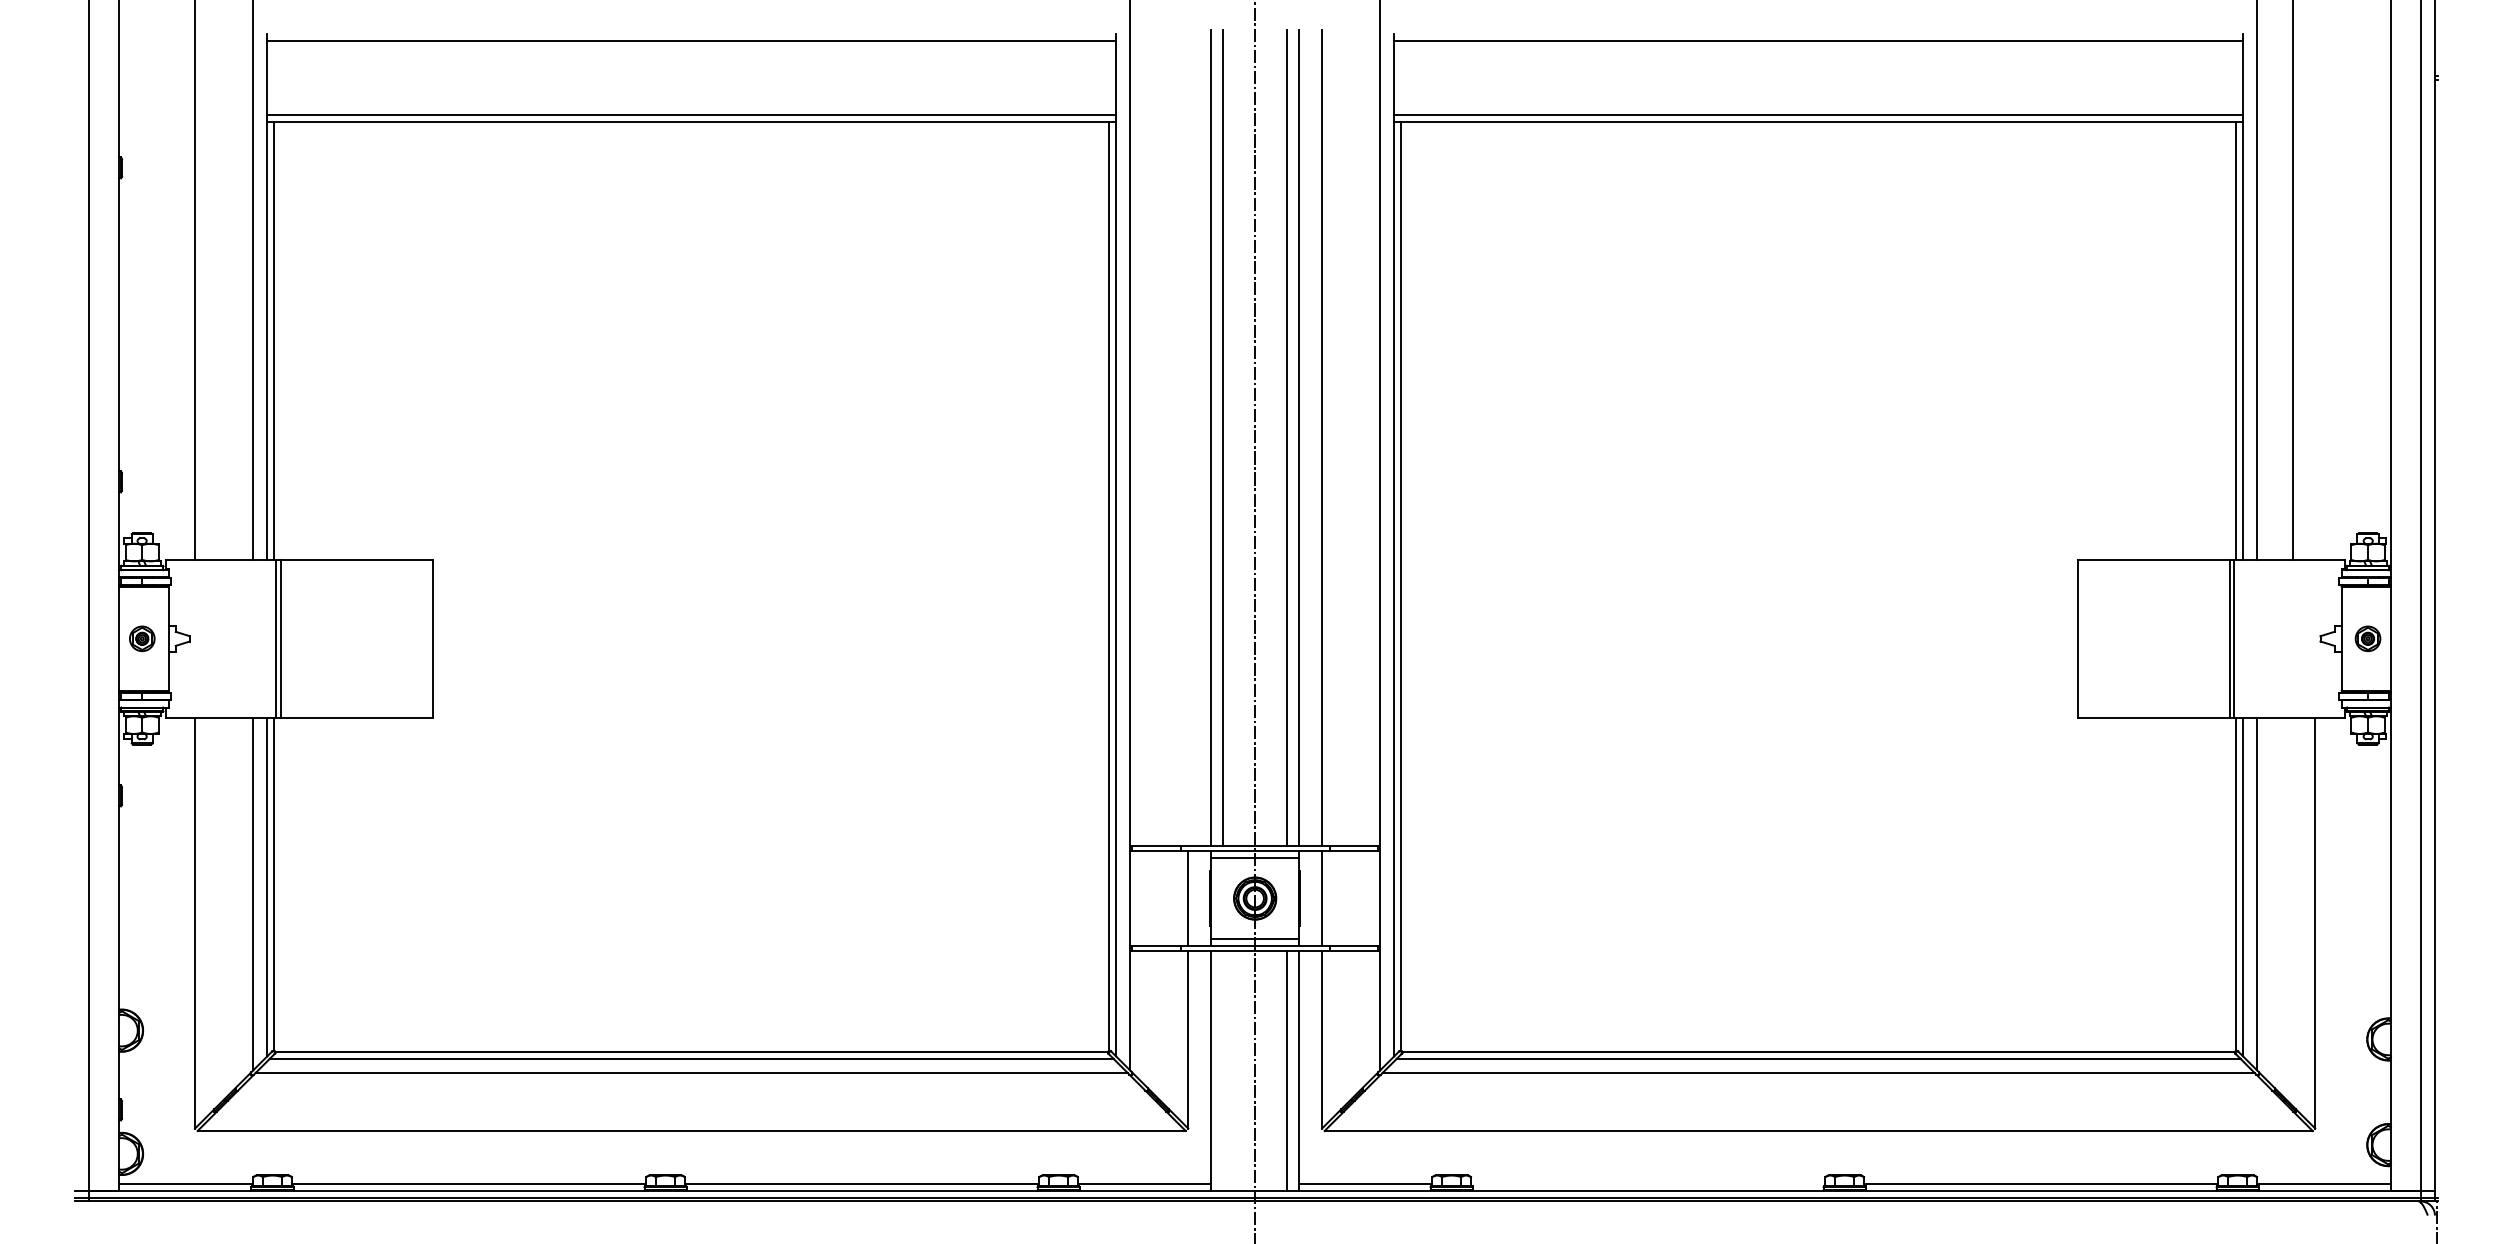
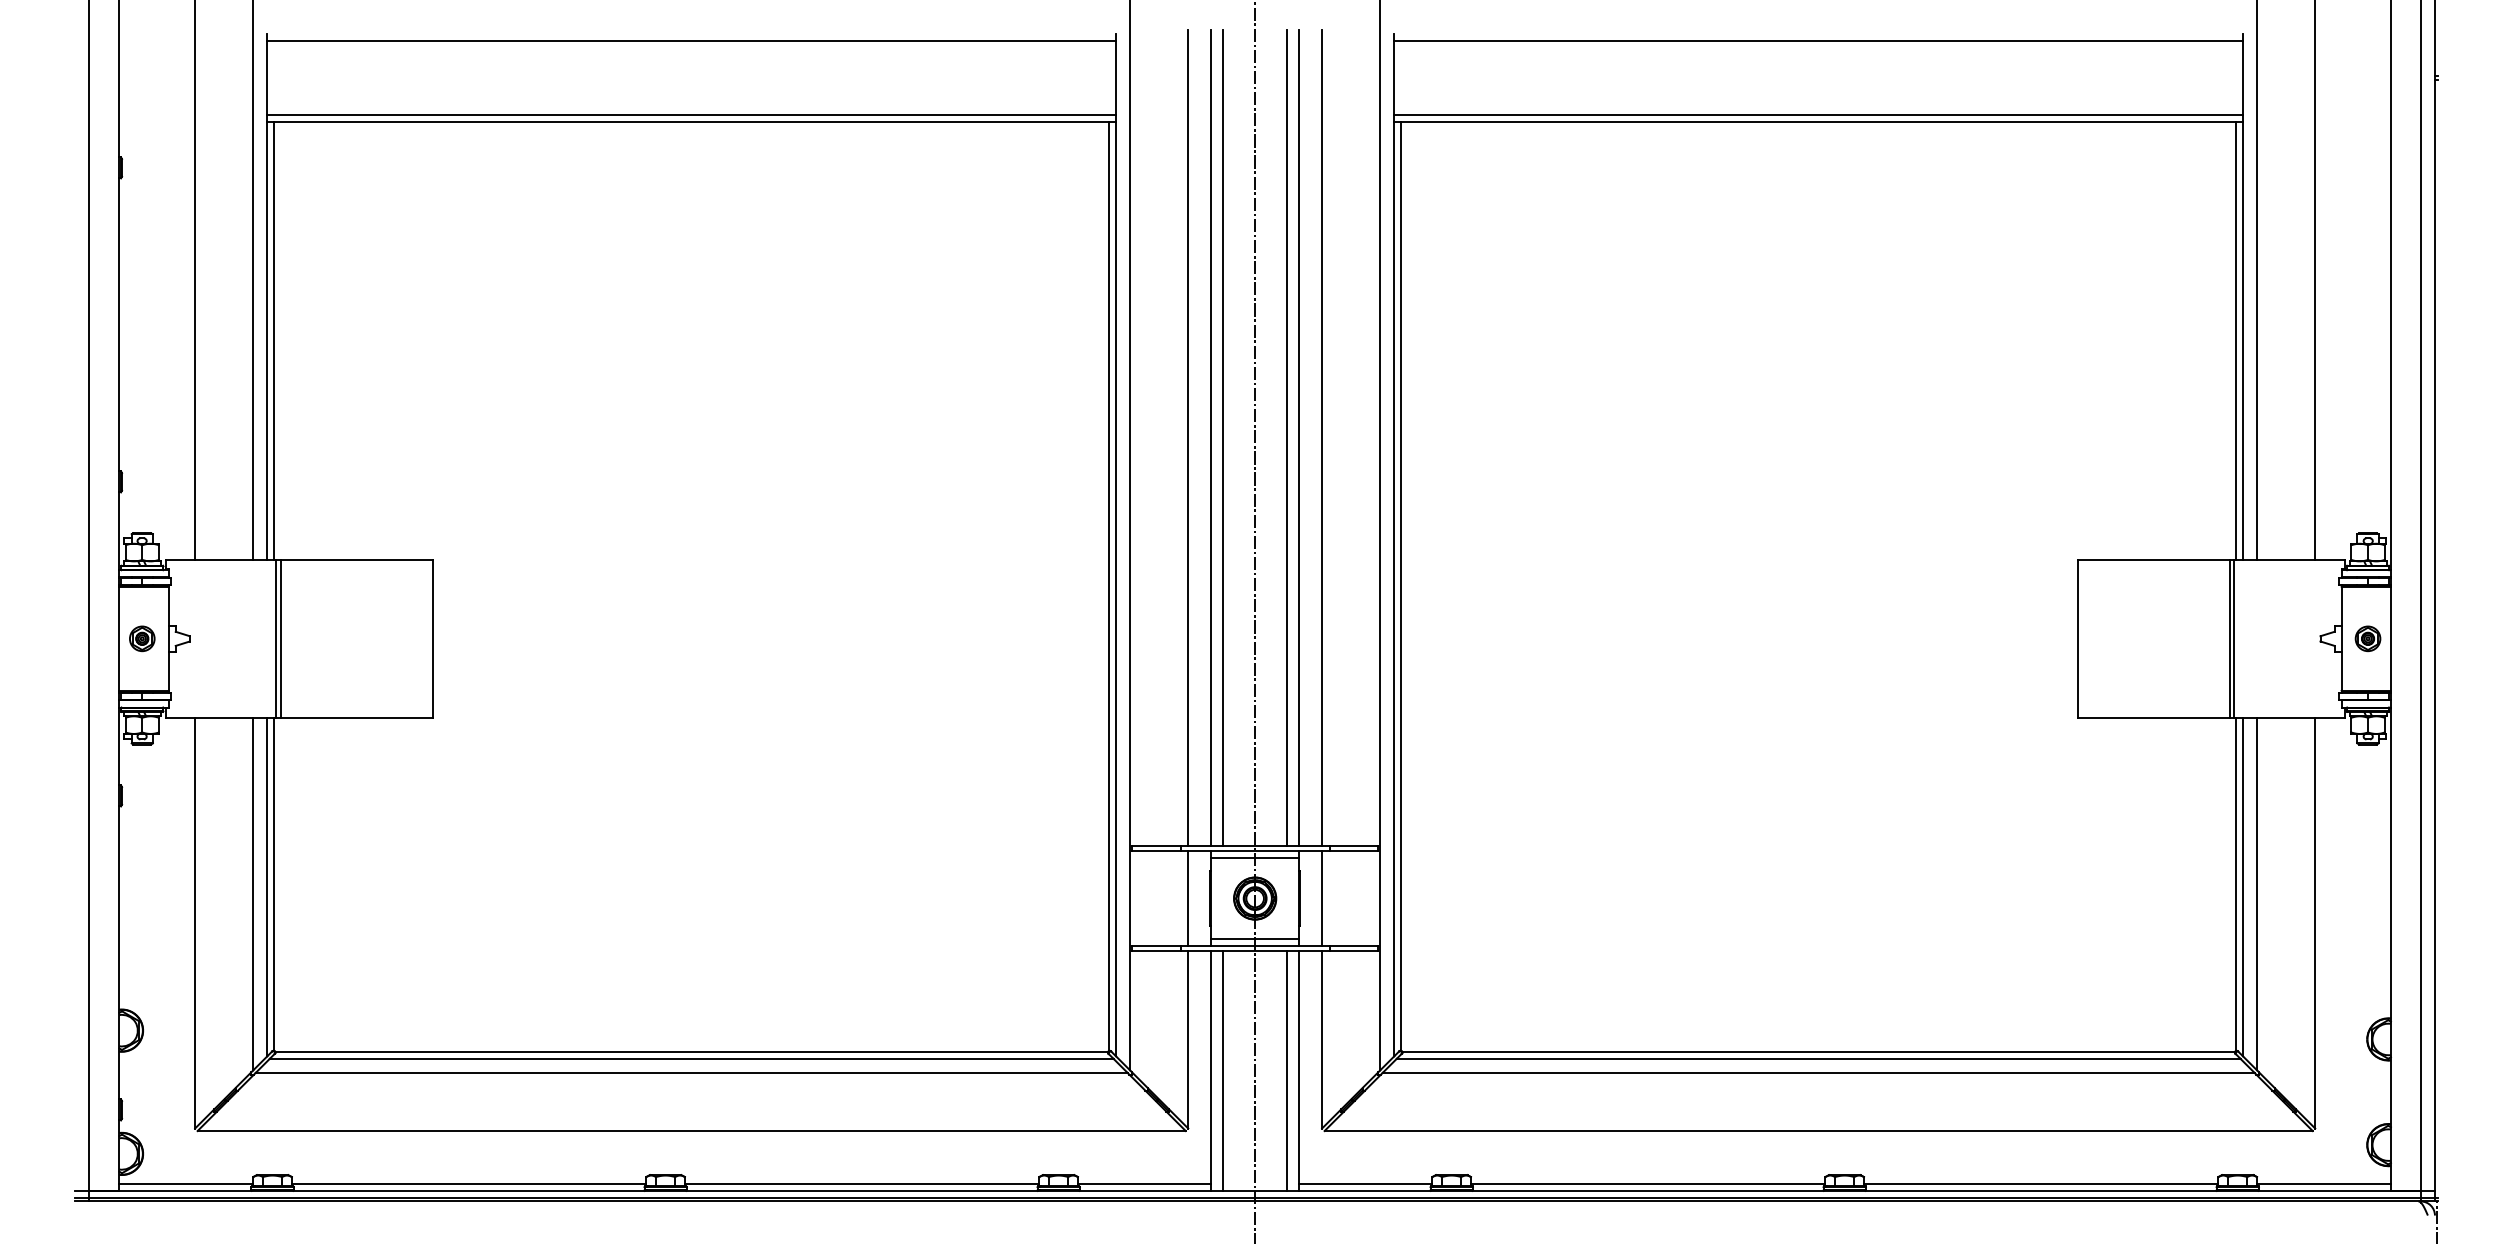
line at (2293, 280) position: (2293, 280) -> (2315, 280)
line at (1188, 437): none -> present
line at (1223, 1070): none -> present
line at (1648, 1183): none -> present
